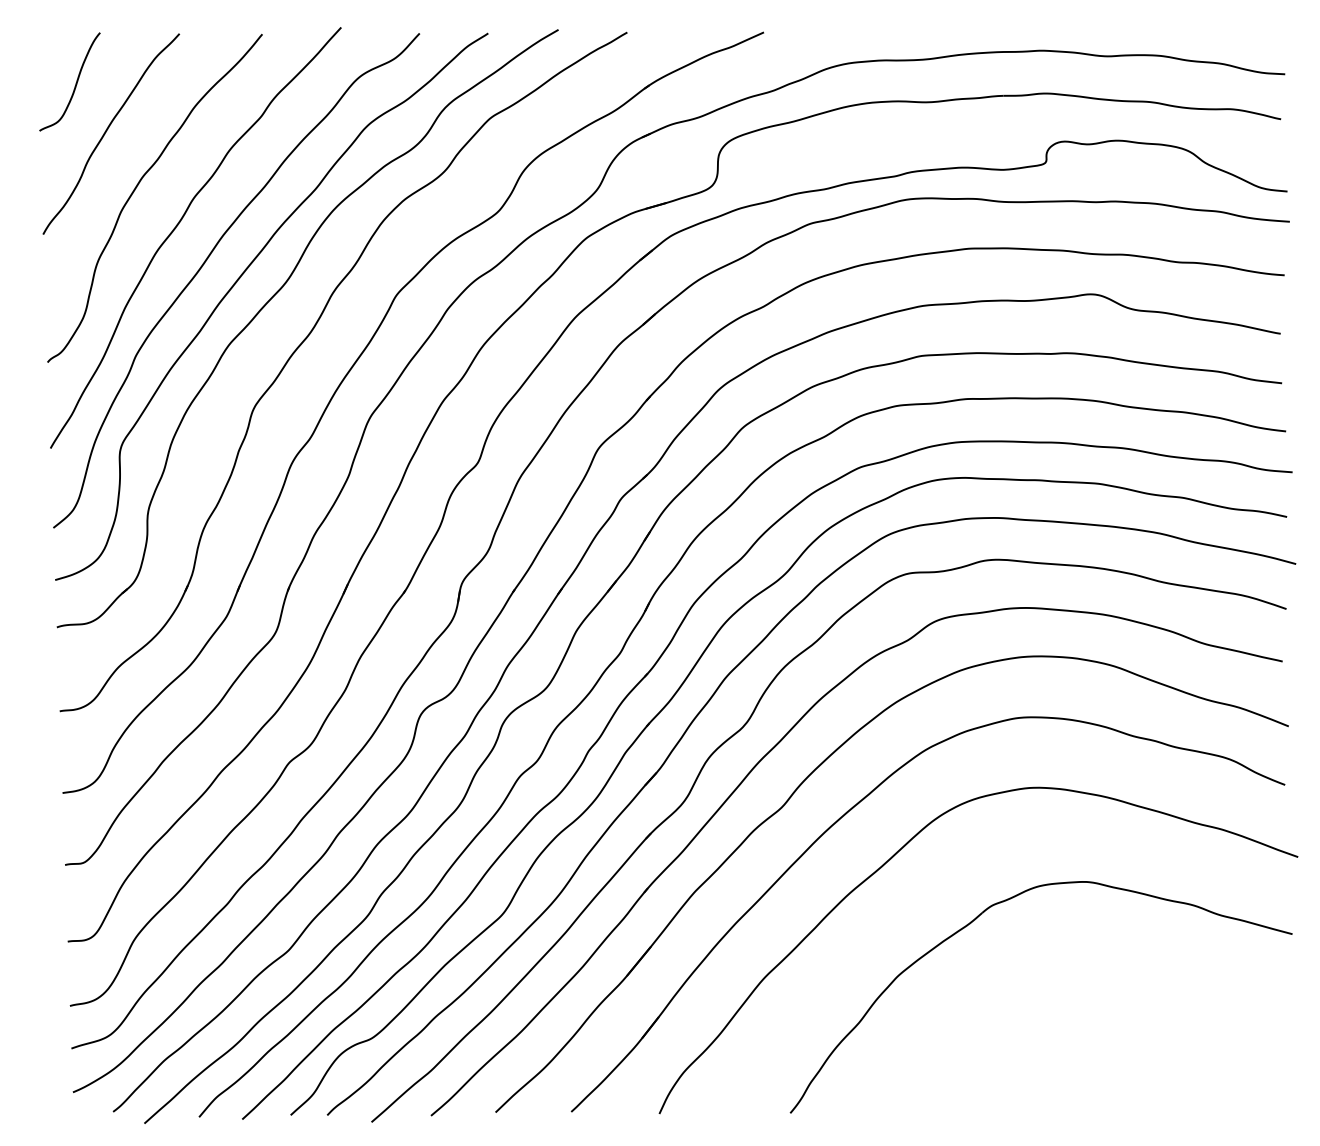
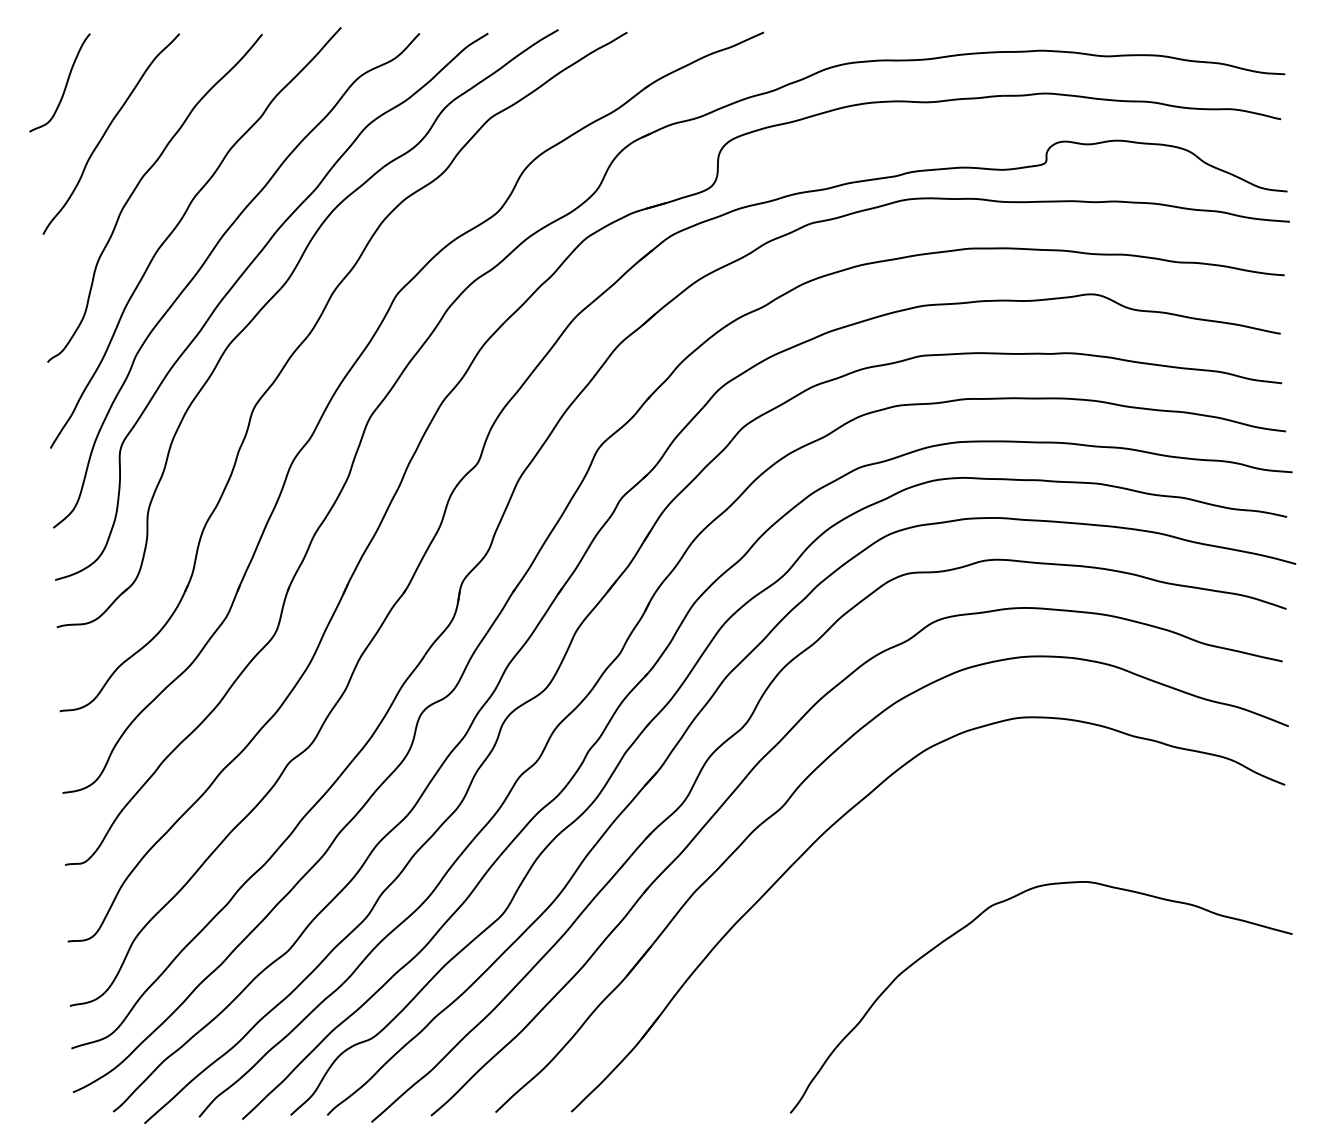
curve at (75, 83) position: (75, 83) -> (65, 84)
curve at (890, 860): present -> none
